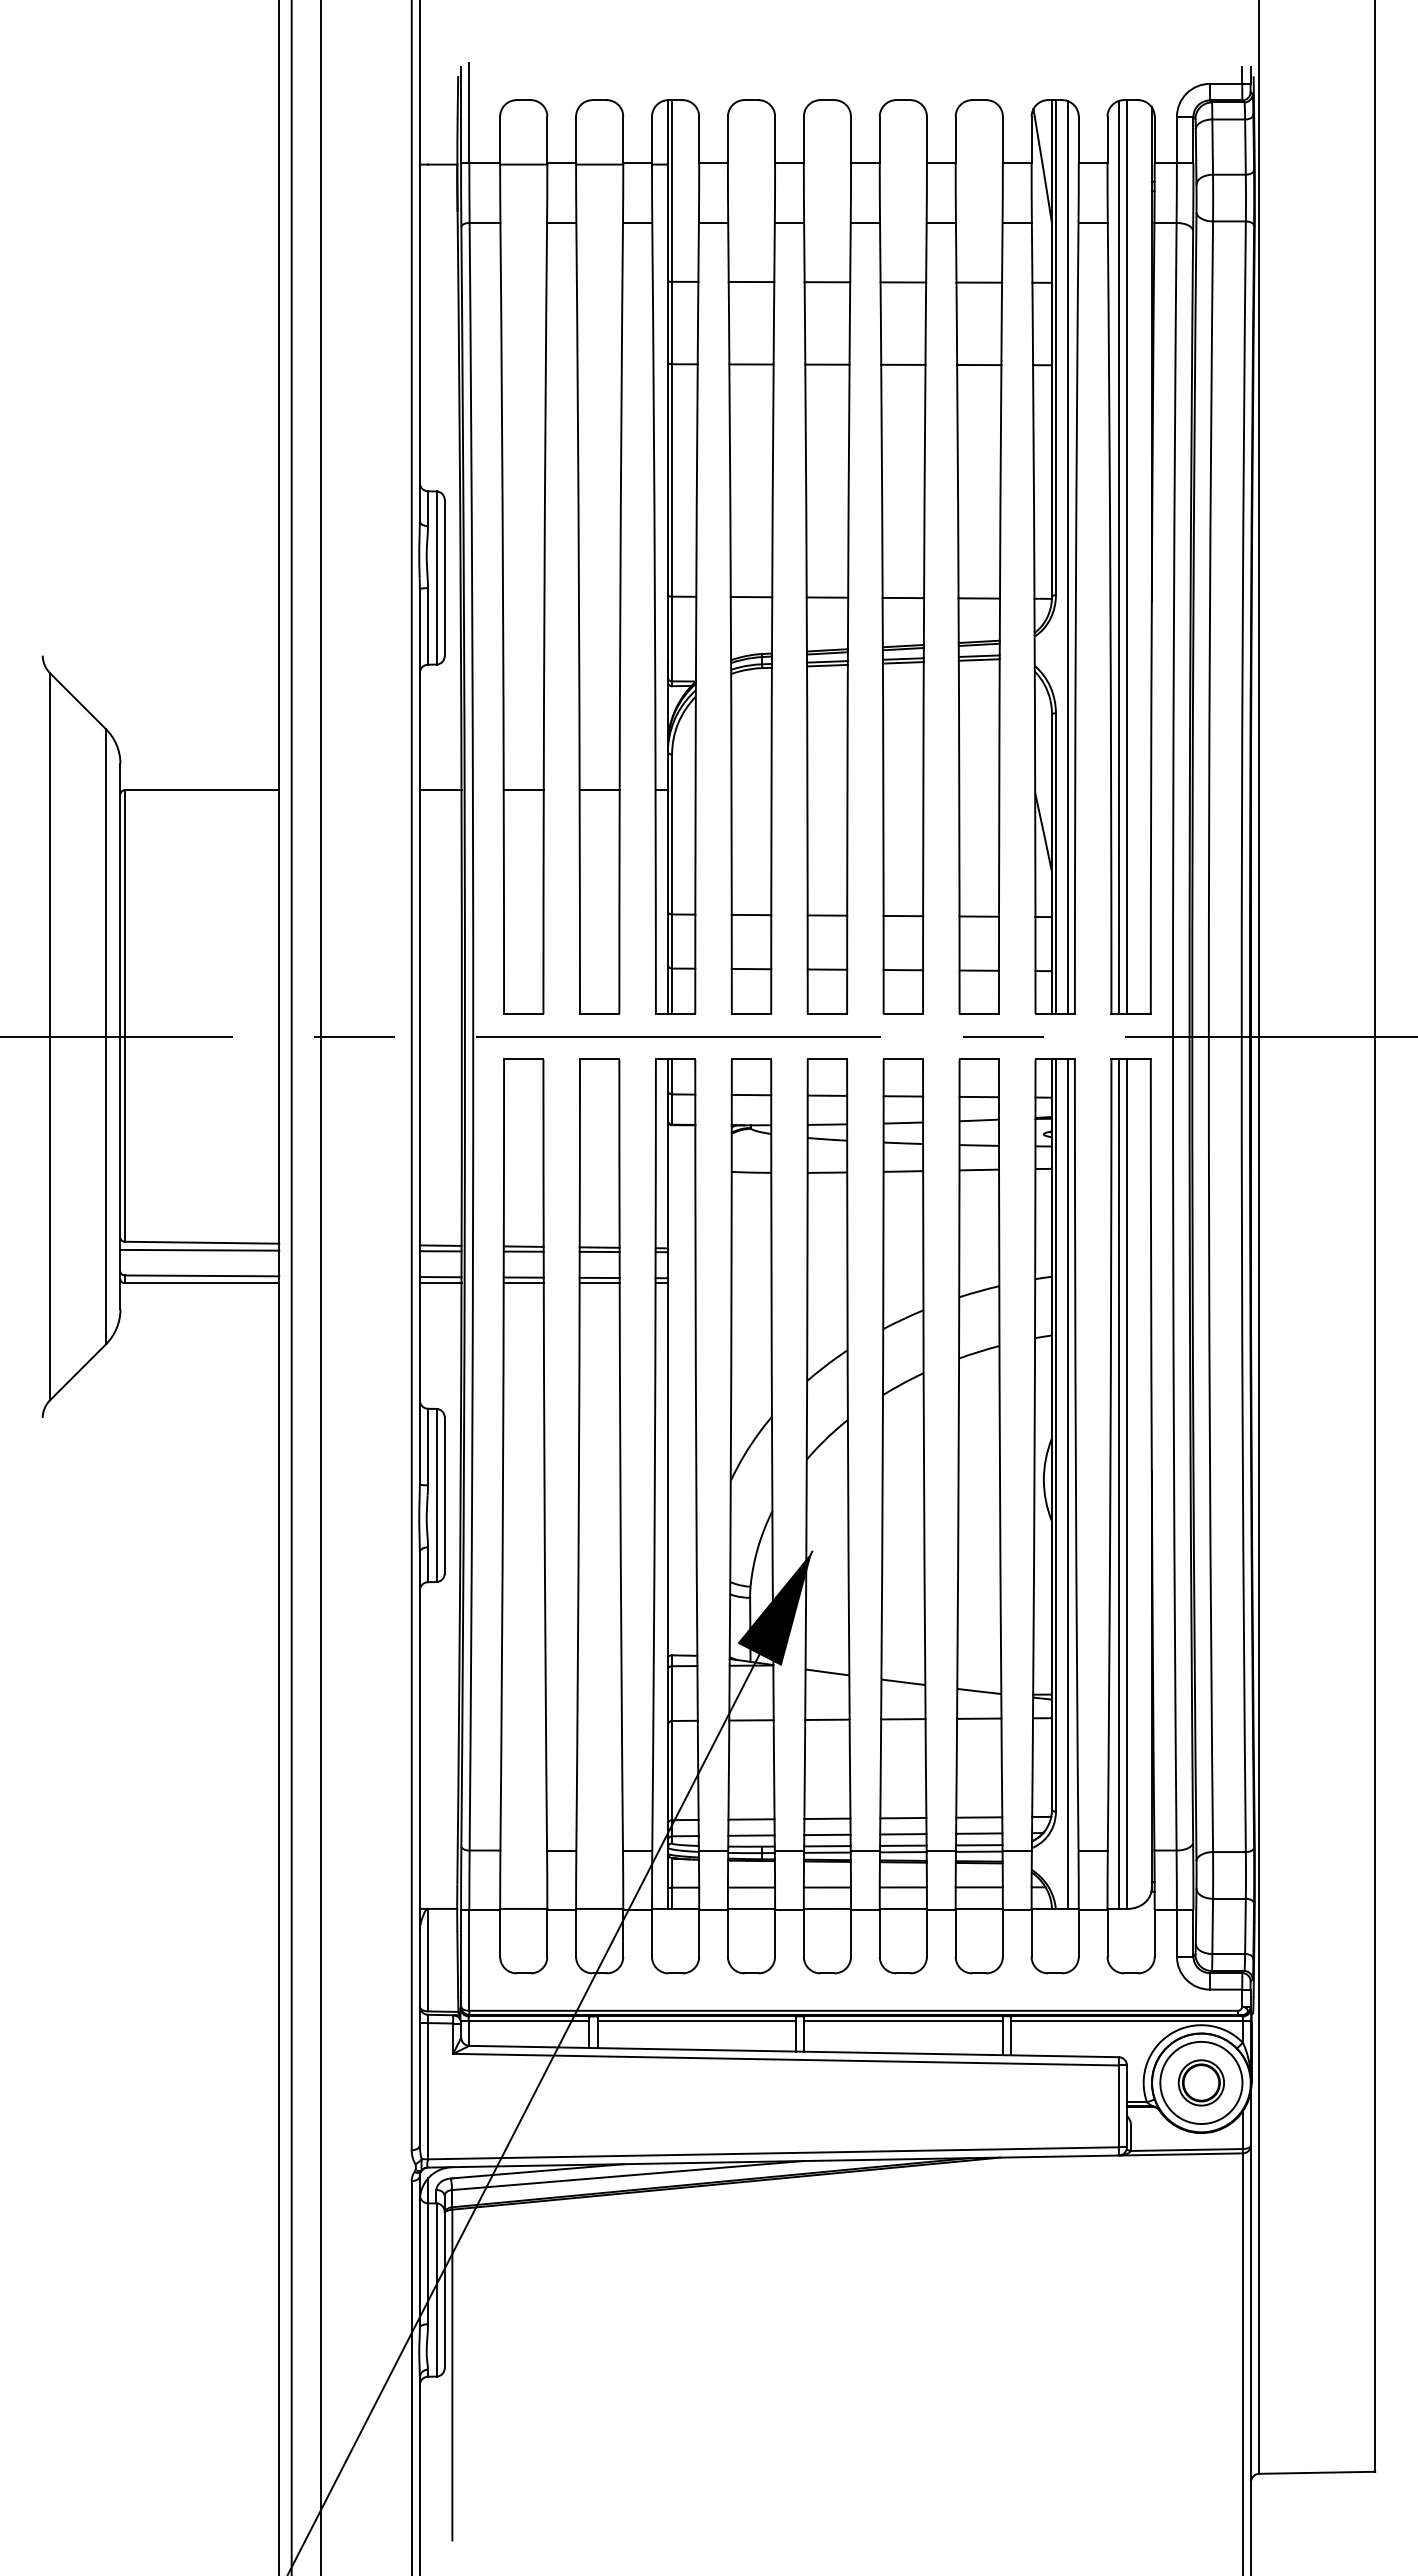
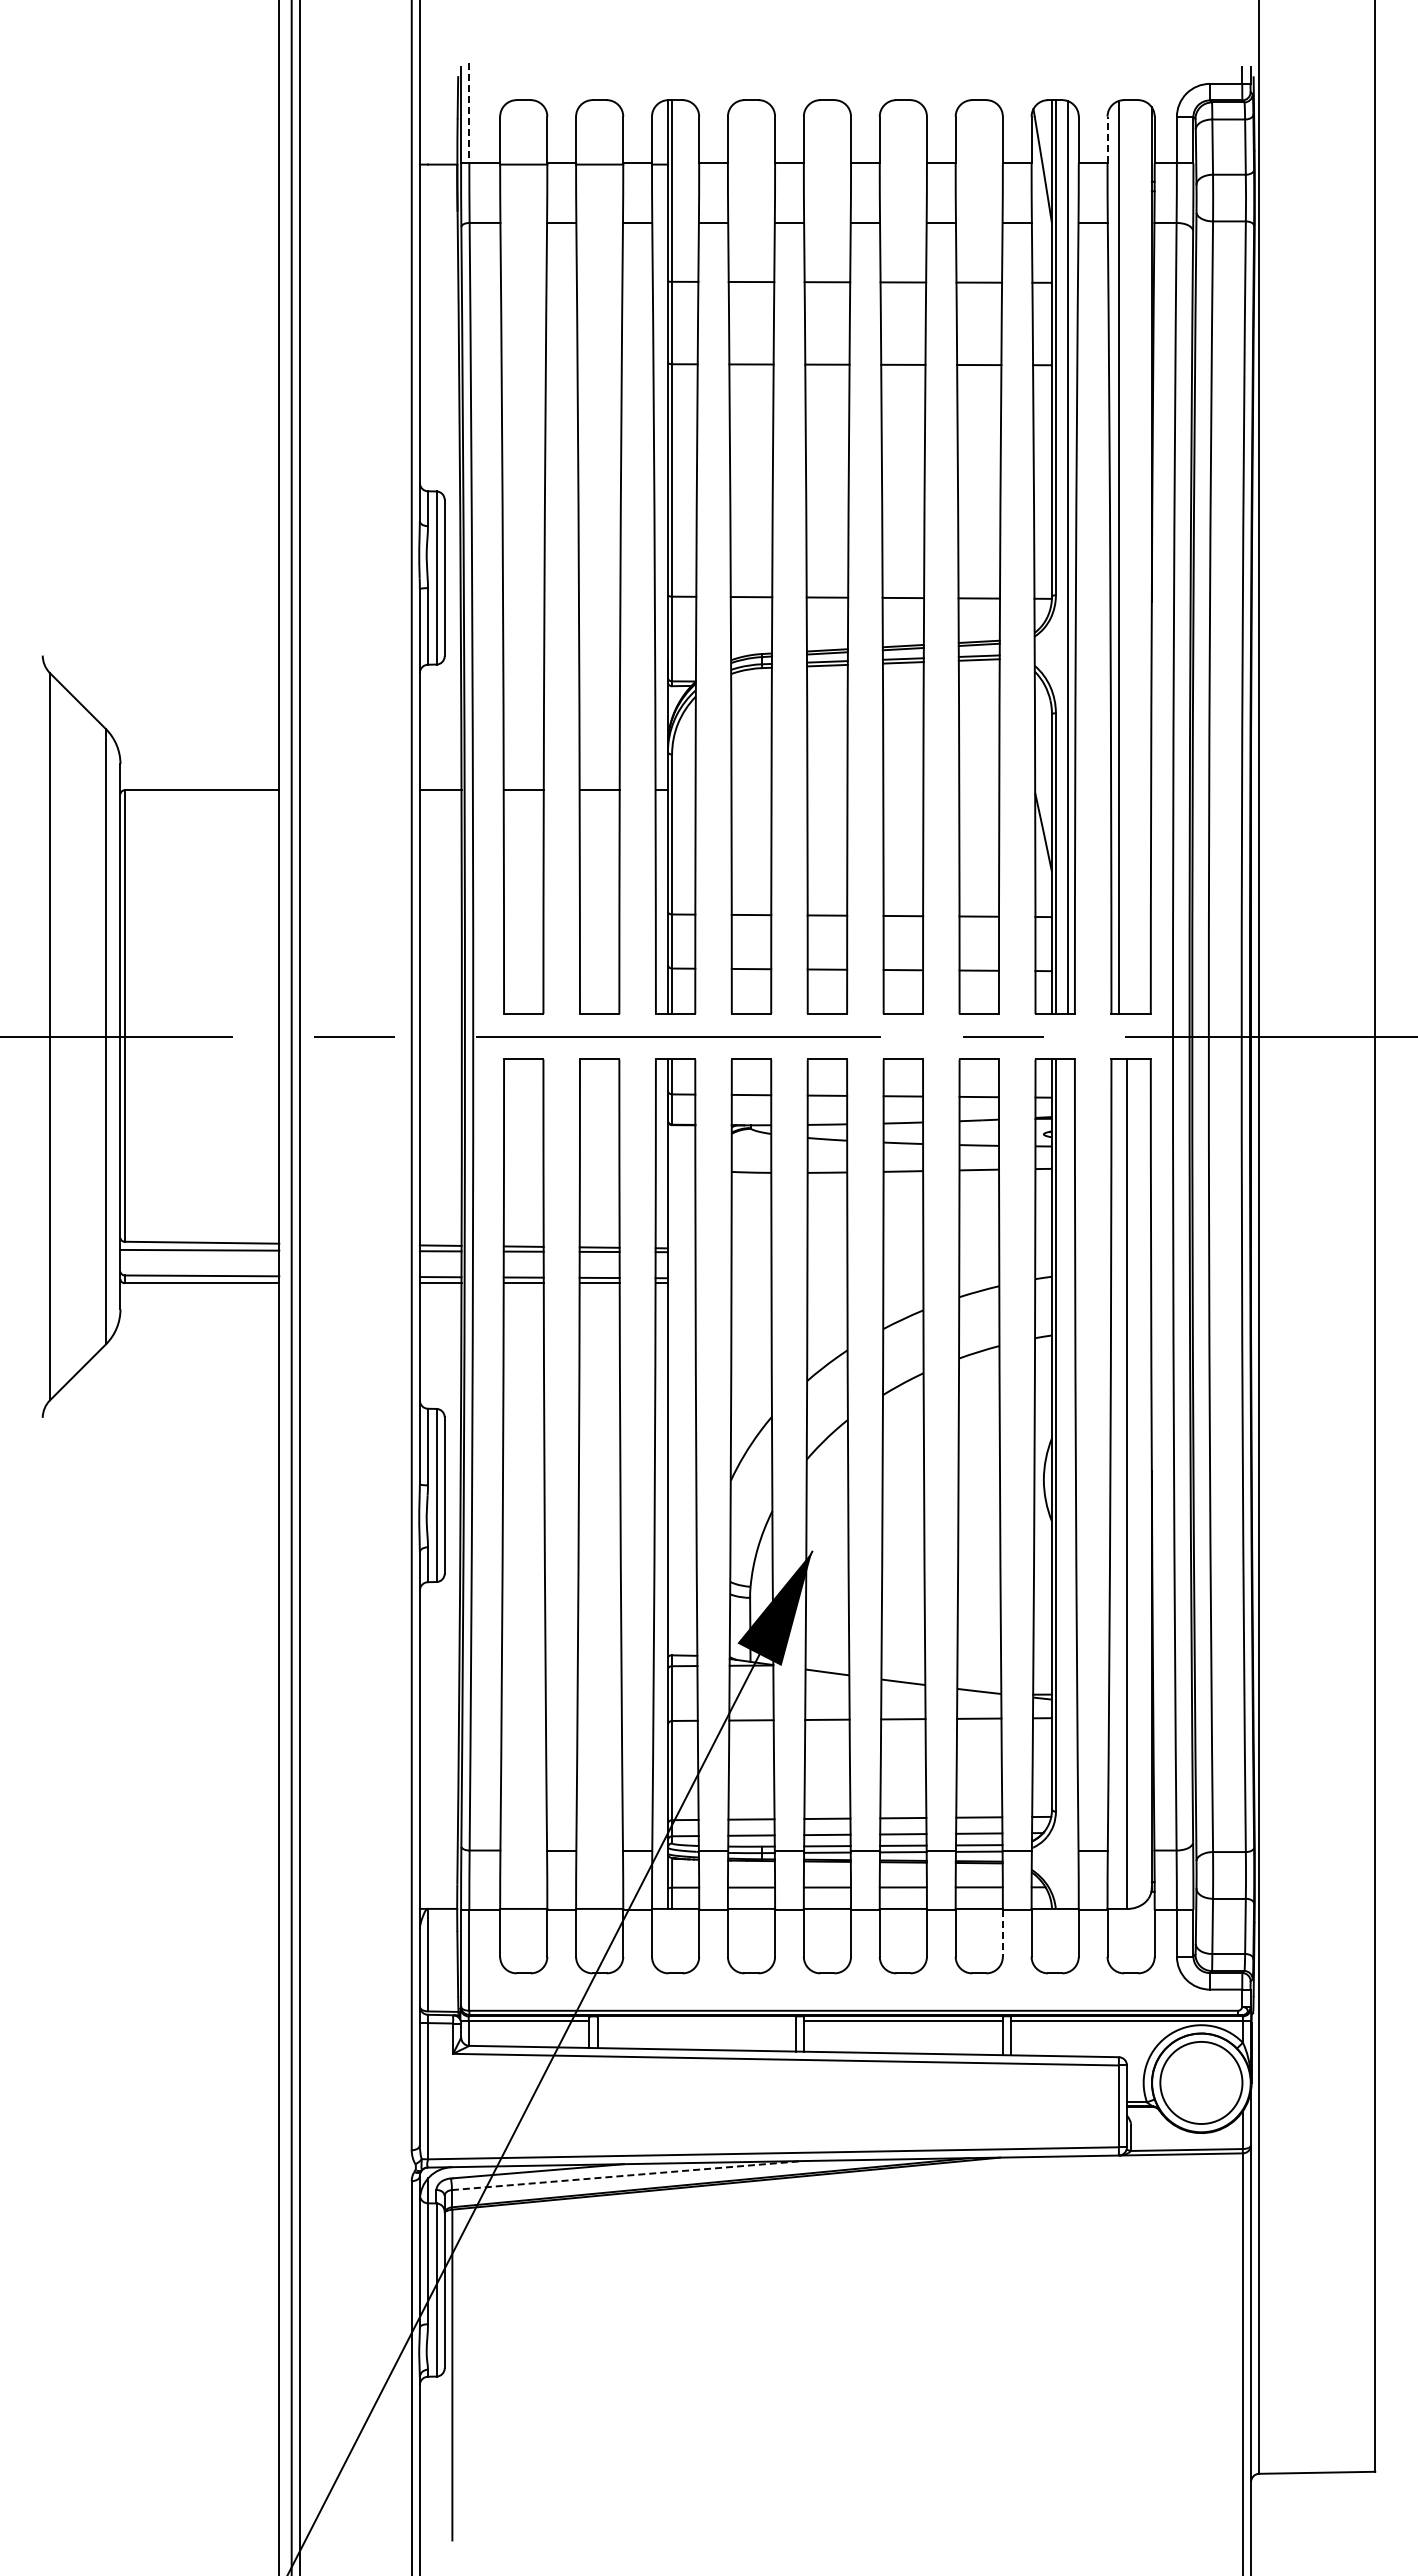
line at (469, 113): solid -> dashed
line at (1107, 139): solid -> dashed
line at (1127, 557): present -> none
line at (320, 1287) position: (320, 1287) -> (299, 1287)
line at (1067, 1483): present -> none
line at (1119, 1483): present -> none
line at (1002, 1933): solid -> dashed
line at (696, 2020): present -> none
part at (1200, 2082): present -> none
line at (628, 2175): solid -> dashed
